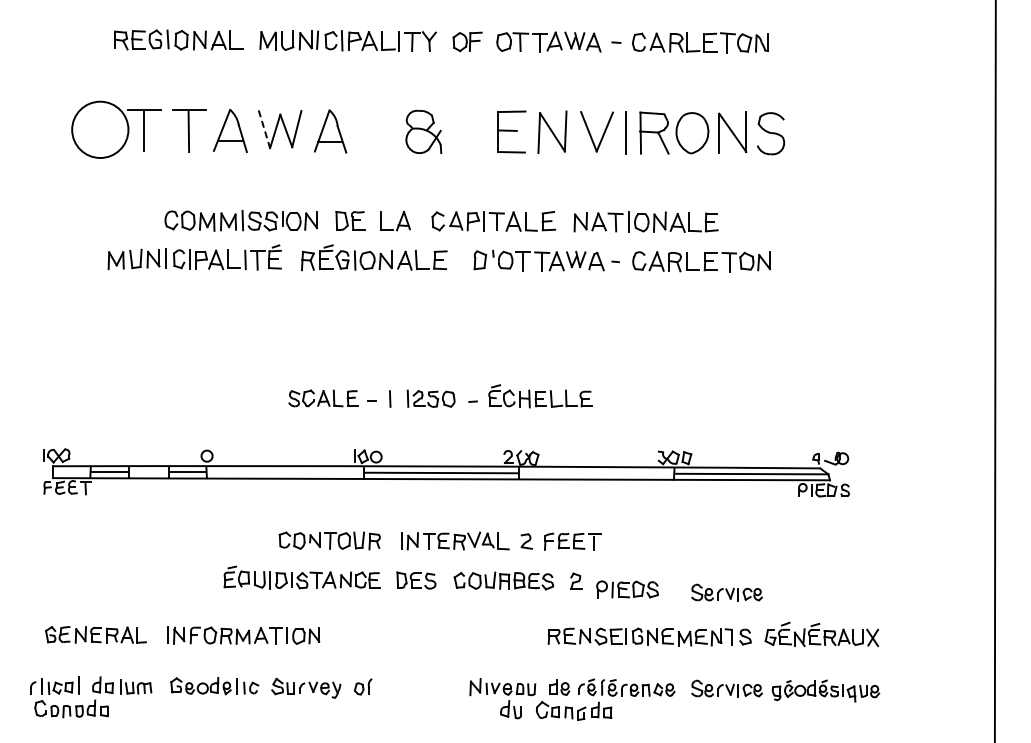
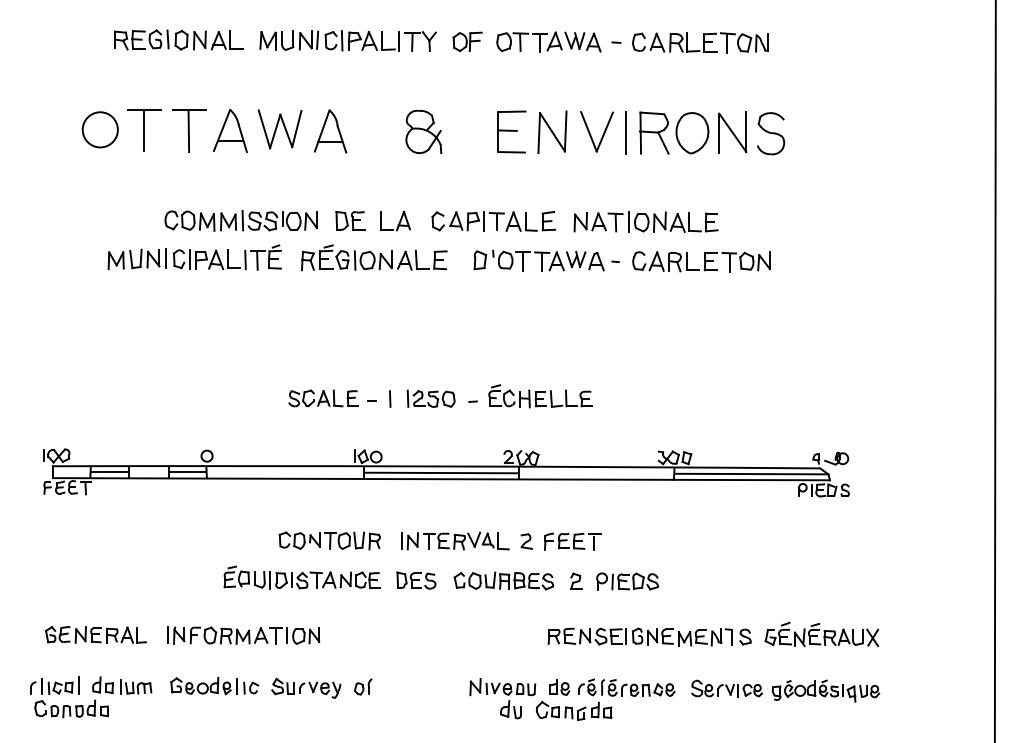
circle at (100, 129) diameter: 56 px -> 35 px
line at (264, 129): dashed -> solid
part at (627, 589) position: (627, 589) -> (627, 581)
part at (726, 592): present -> none
